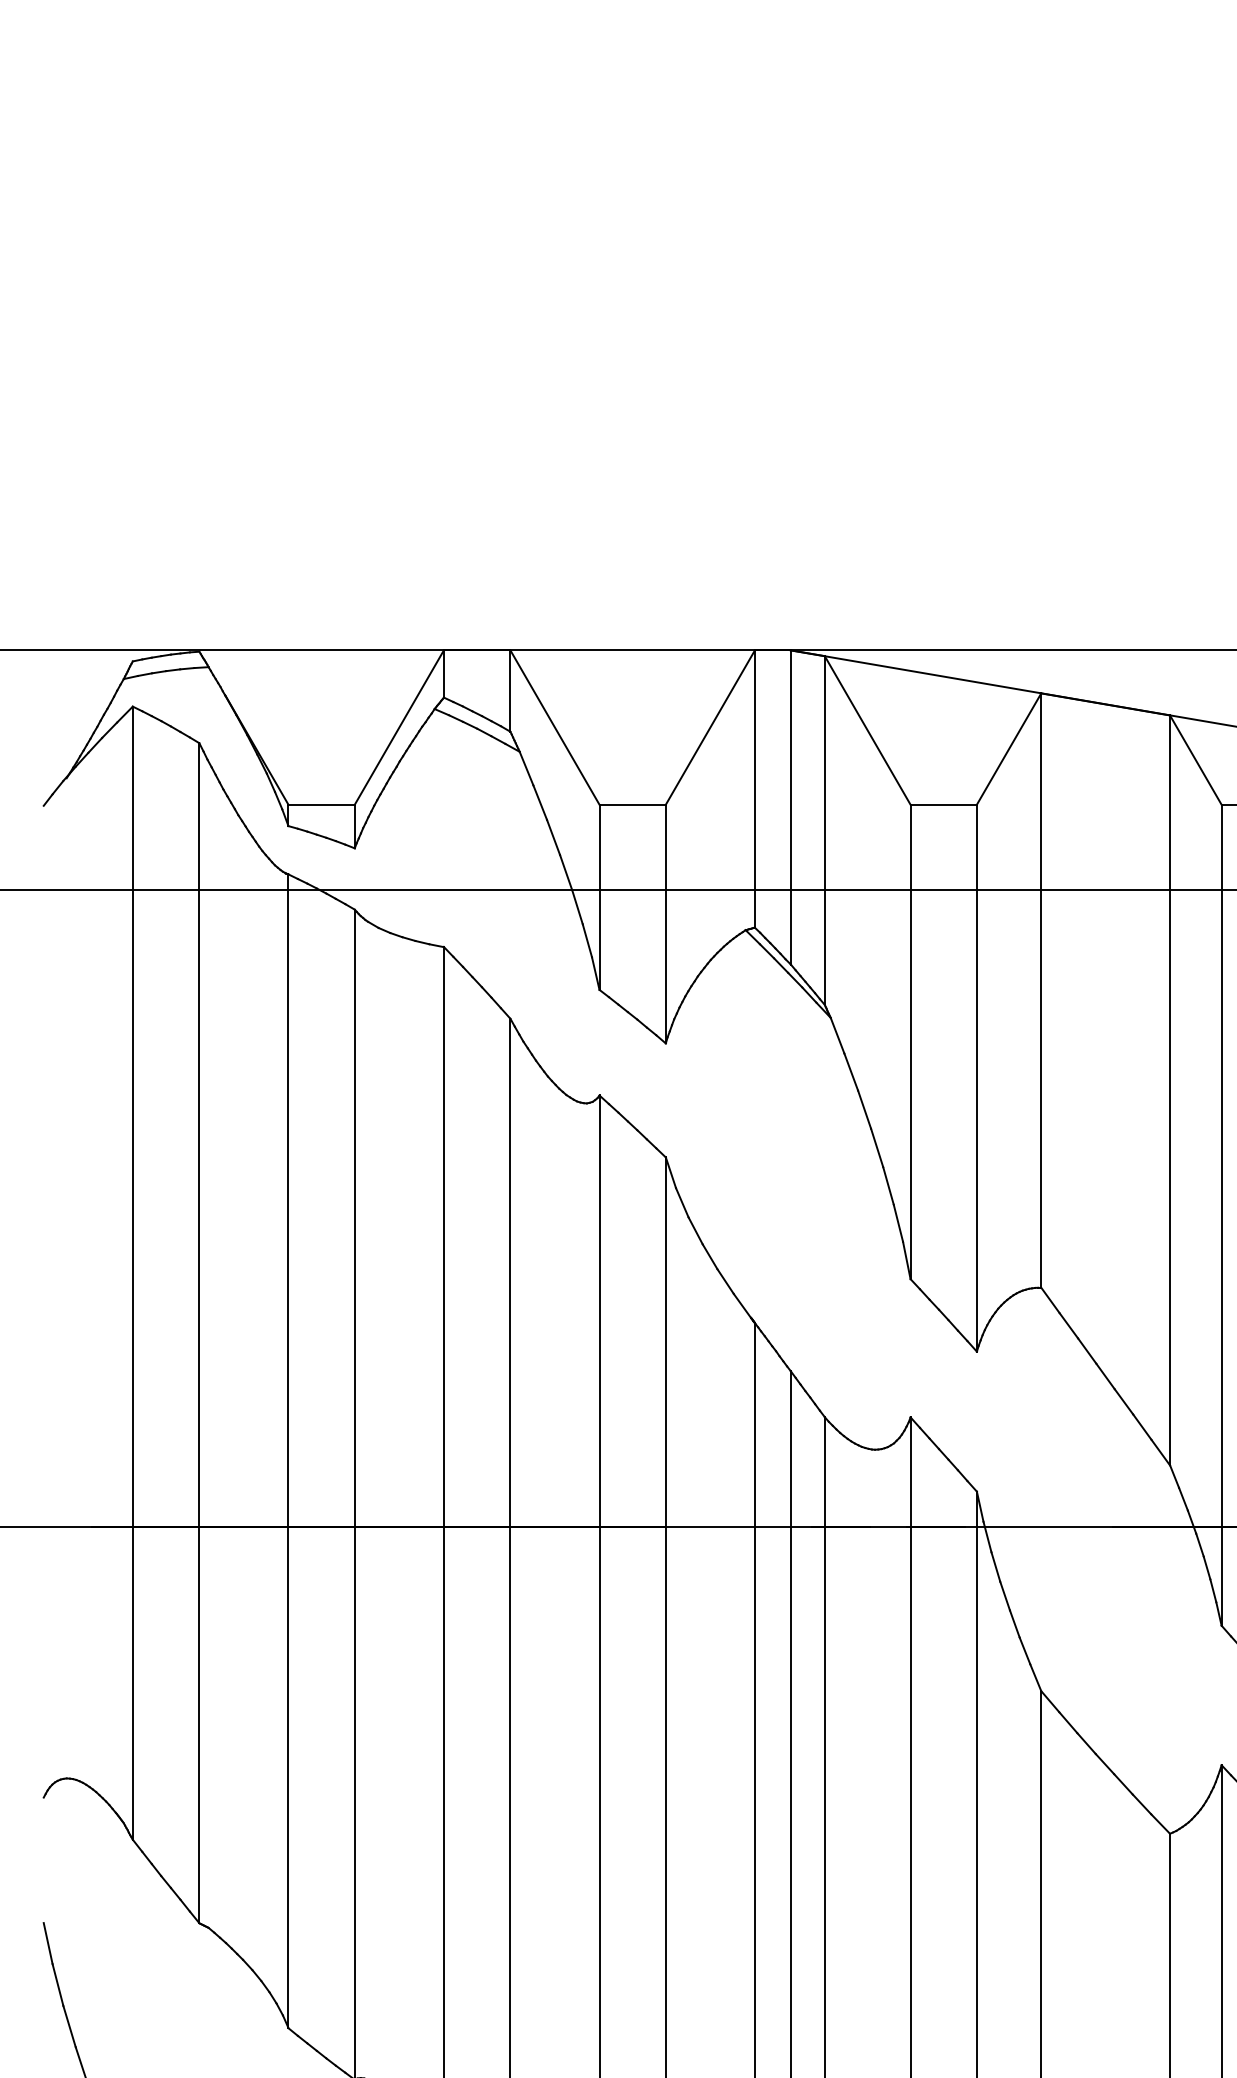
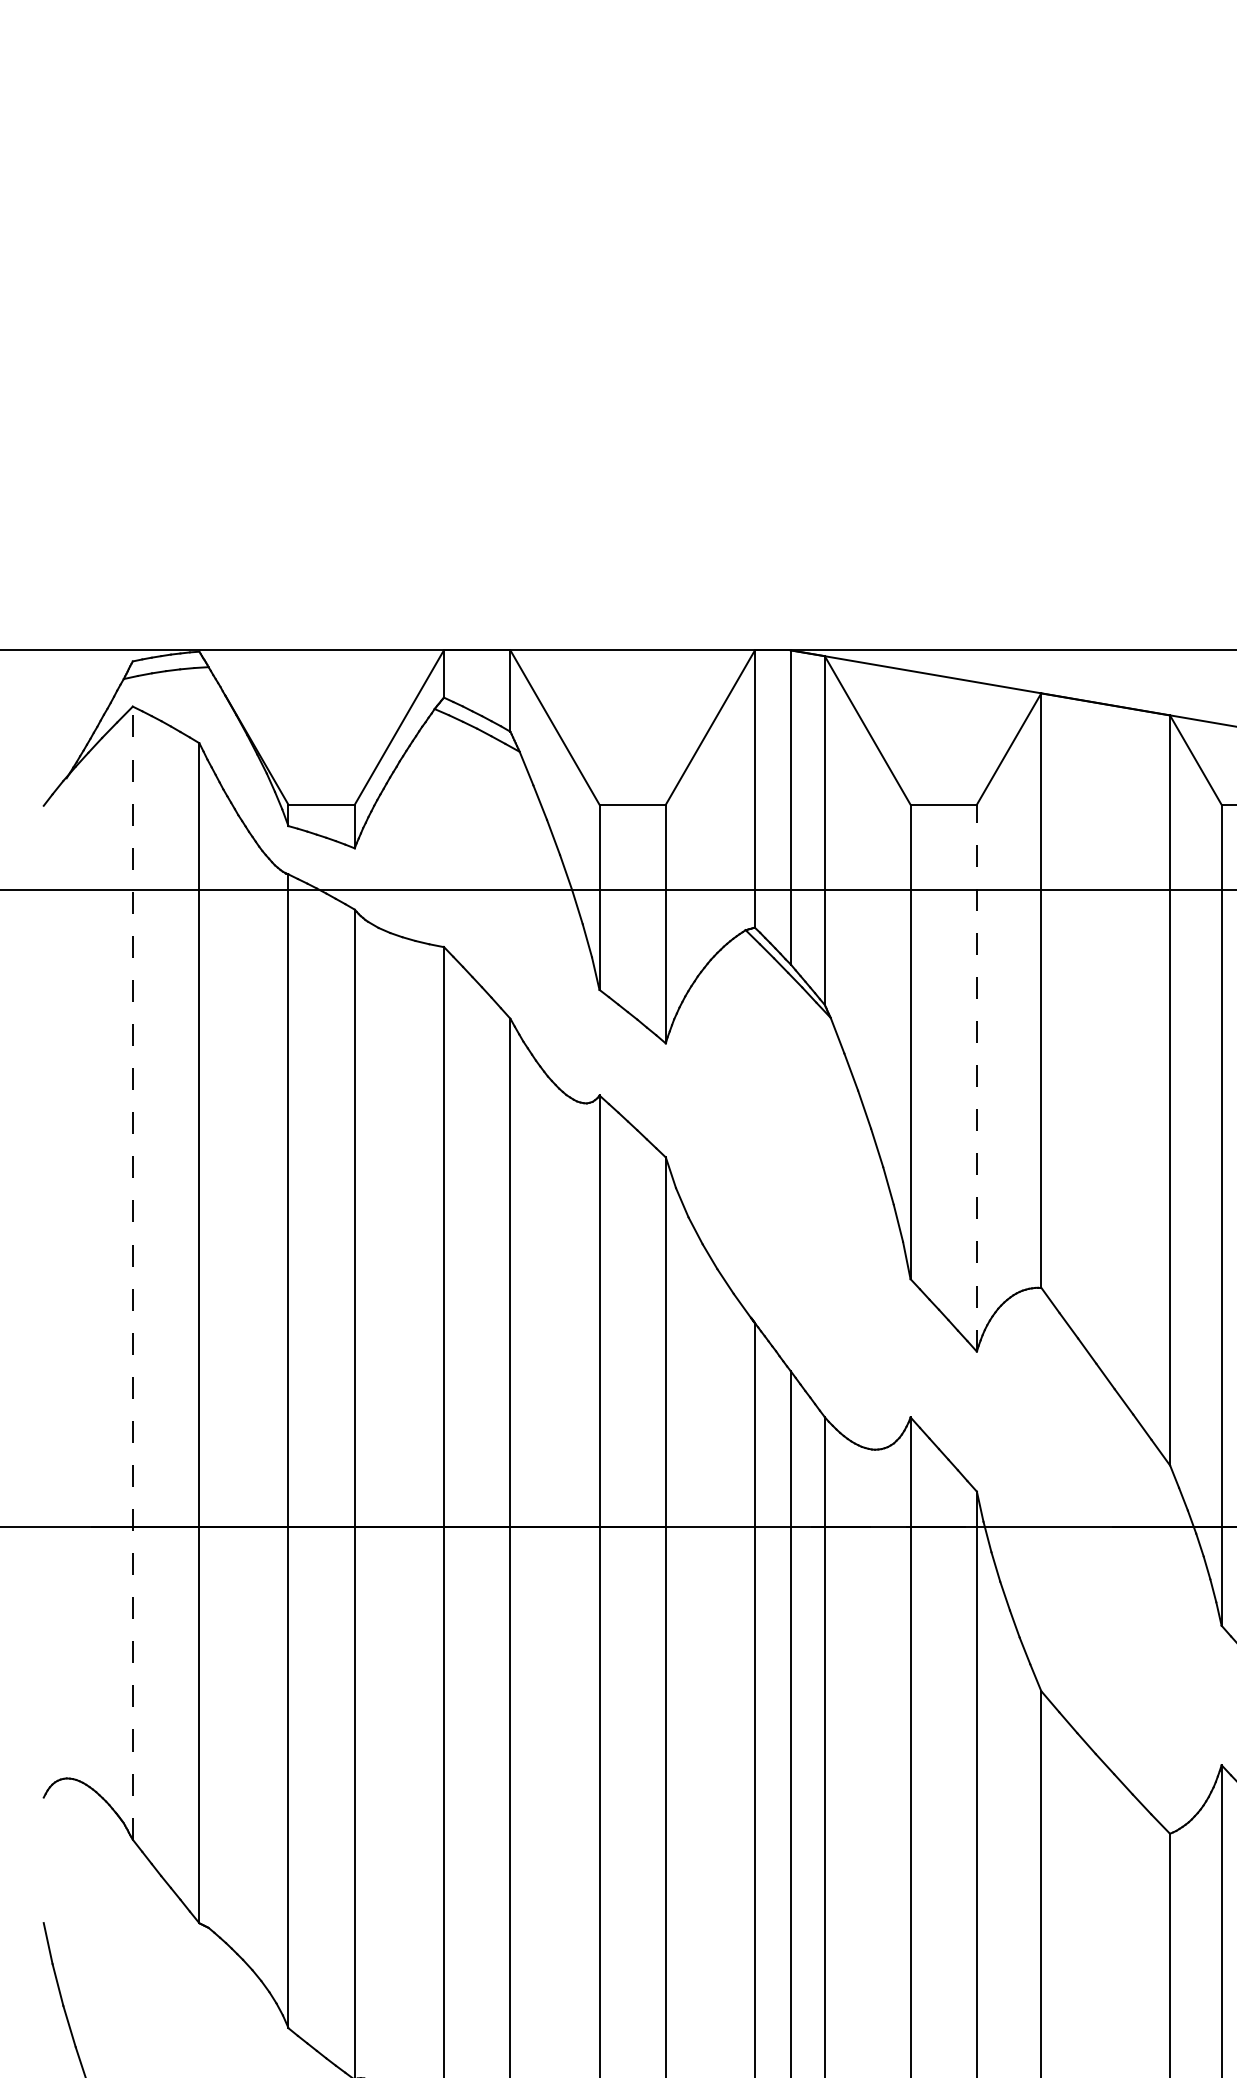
line at (976, 1077): solid -> dashed
line at (132, 1273): solid -> dashed
